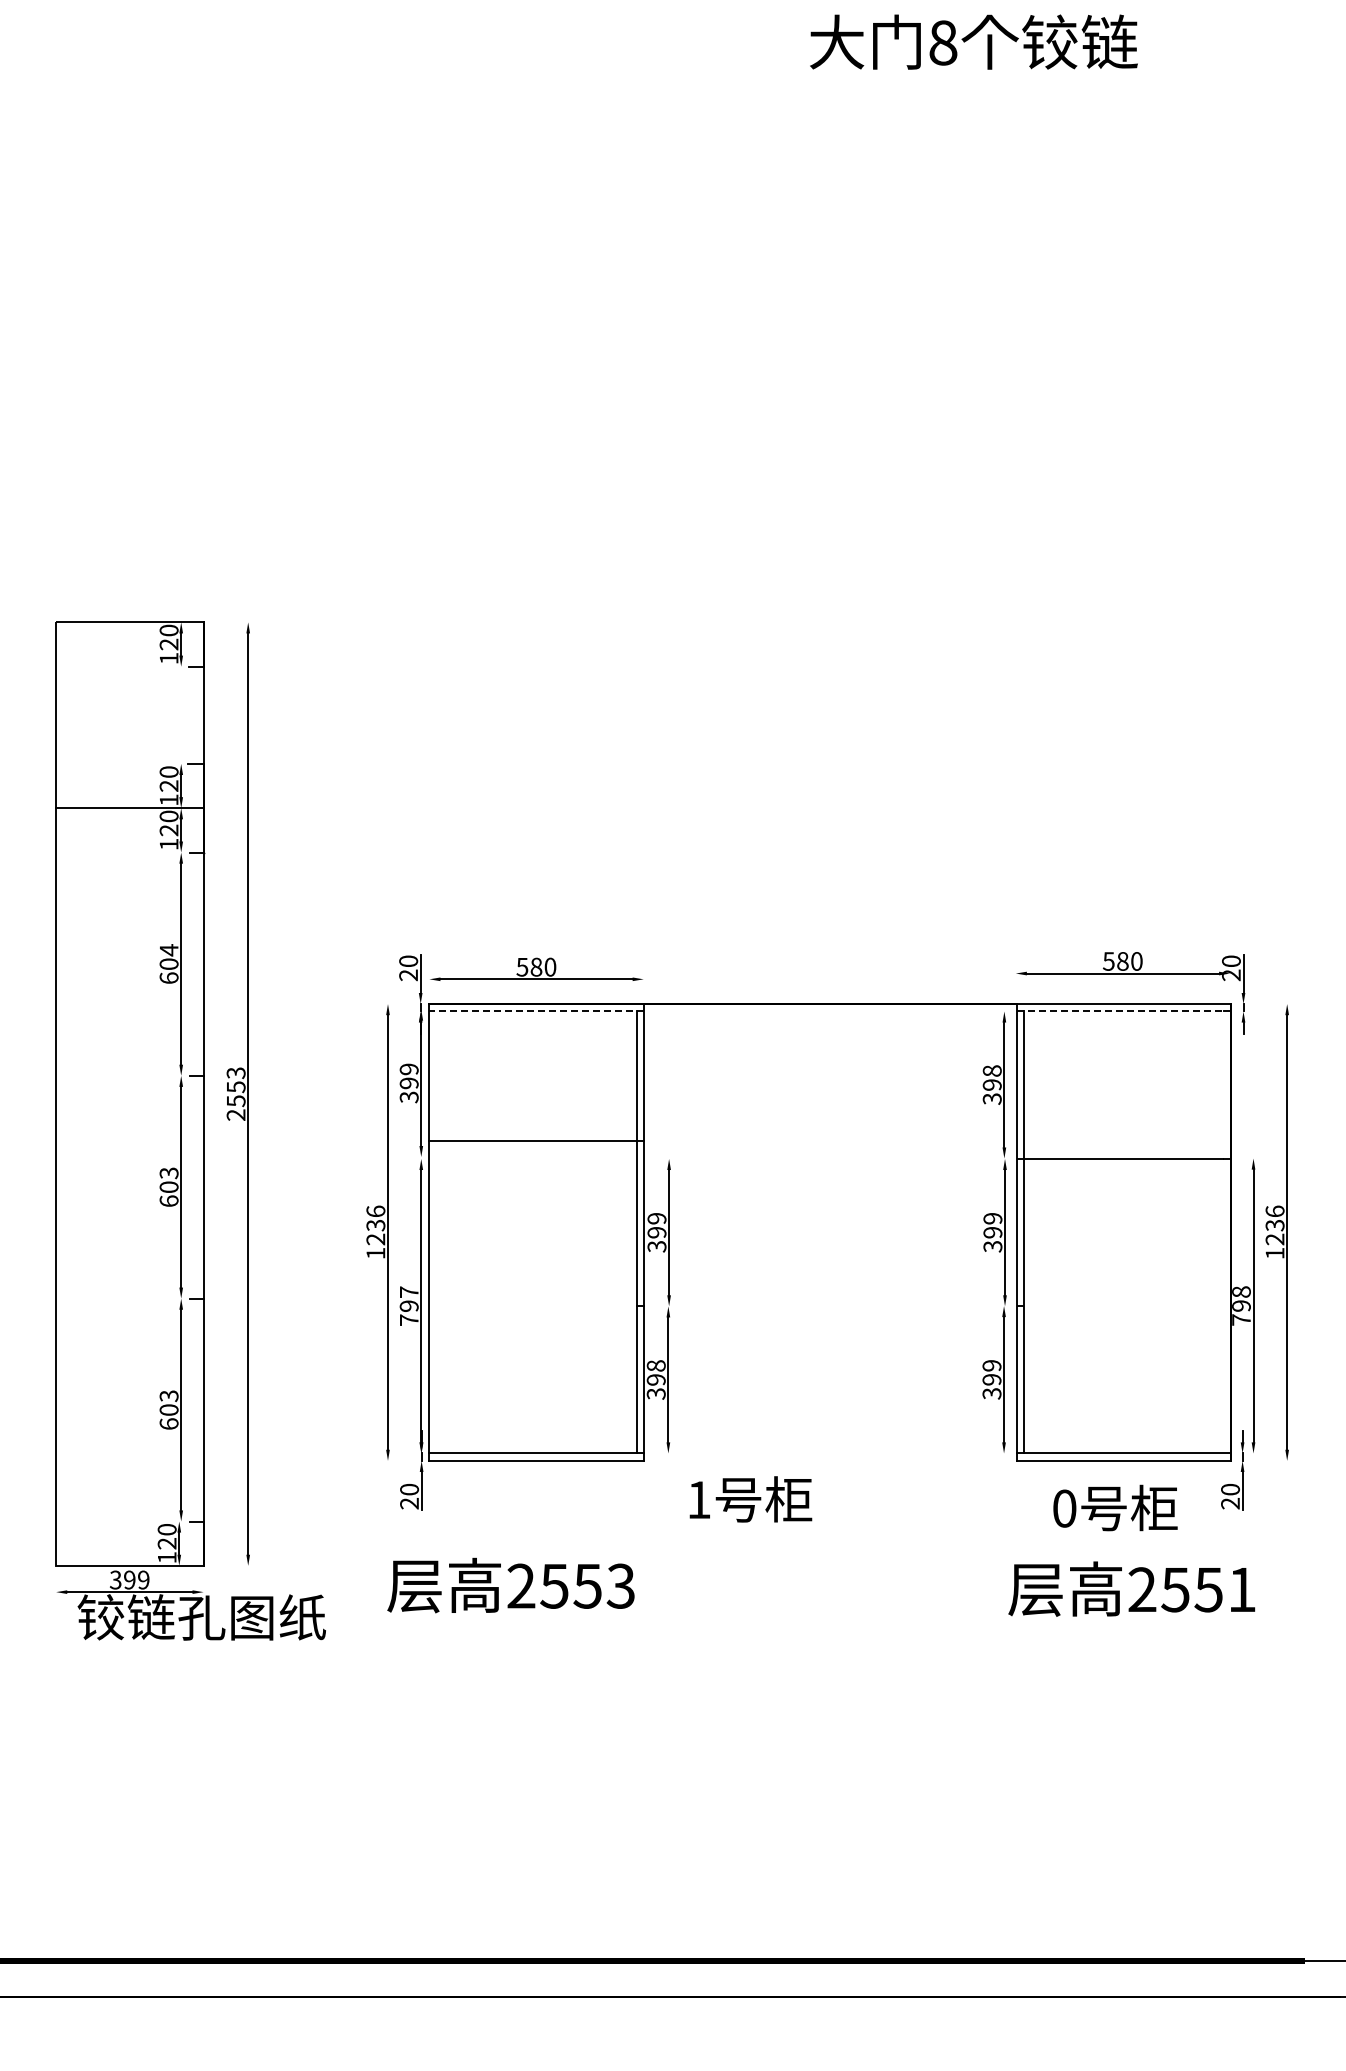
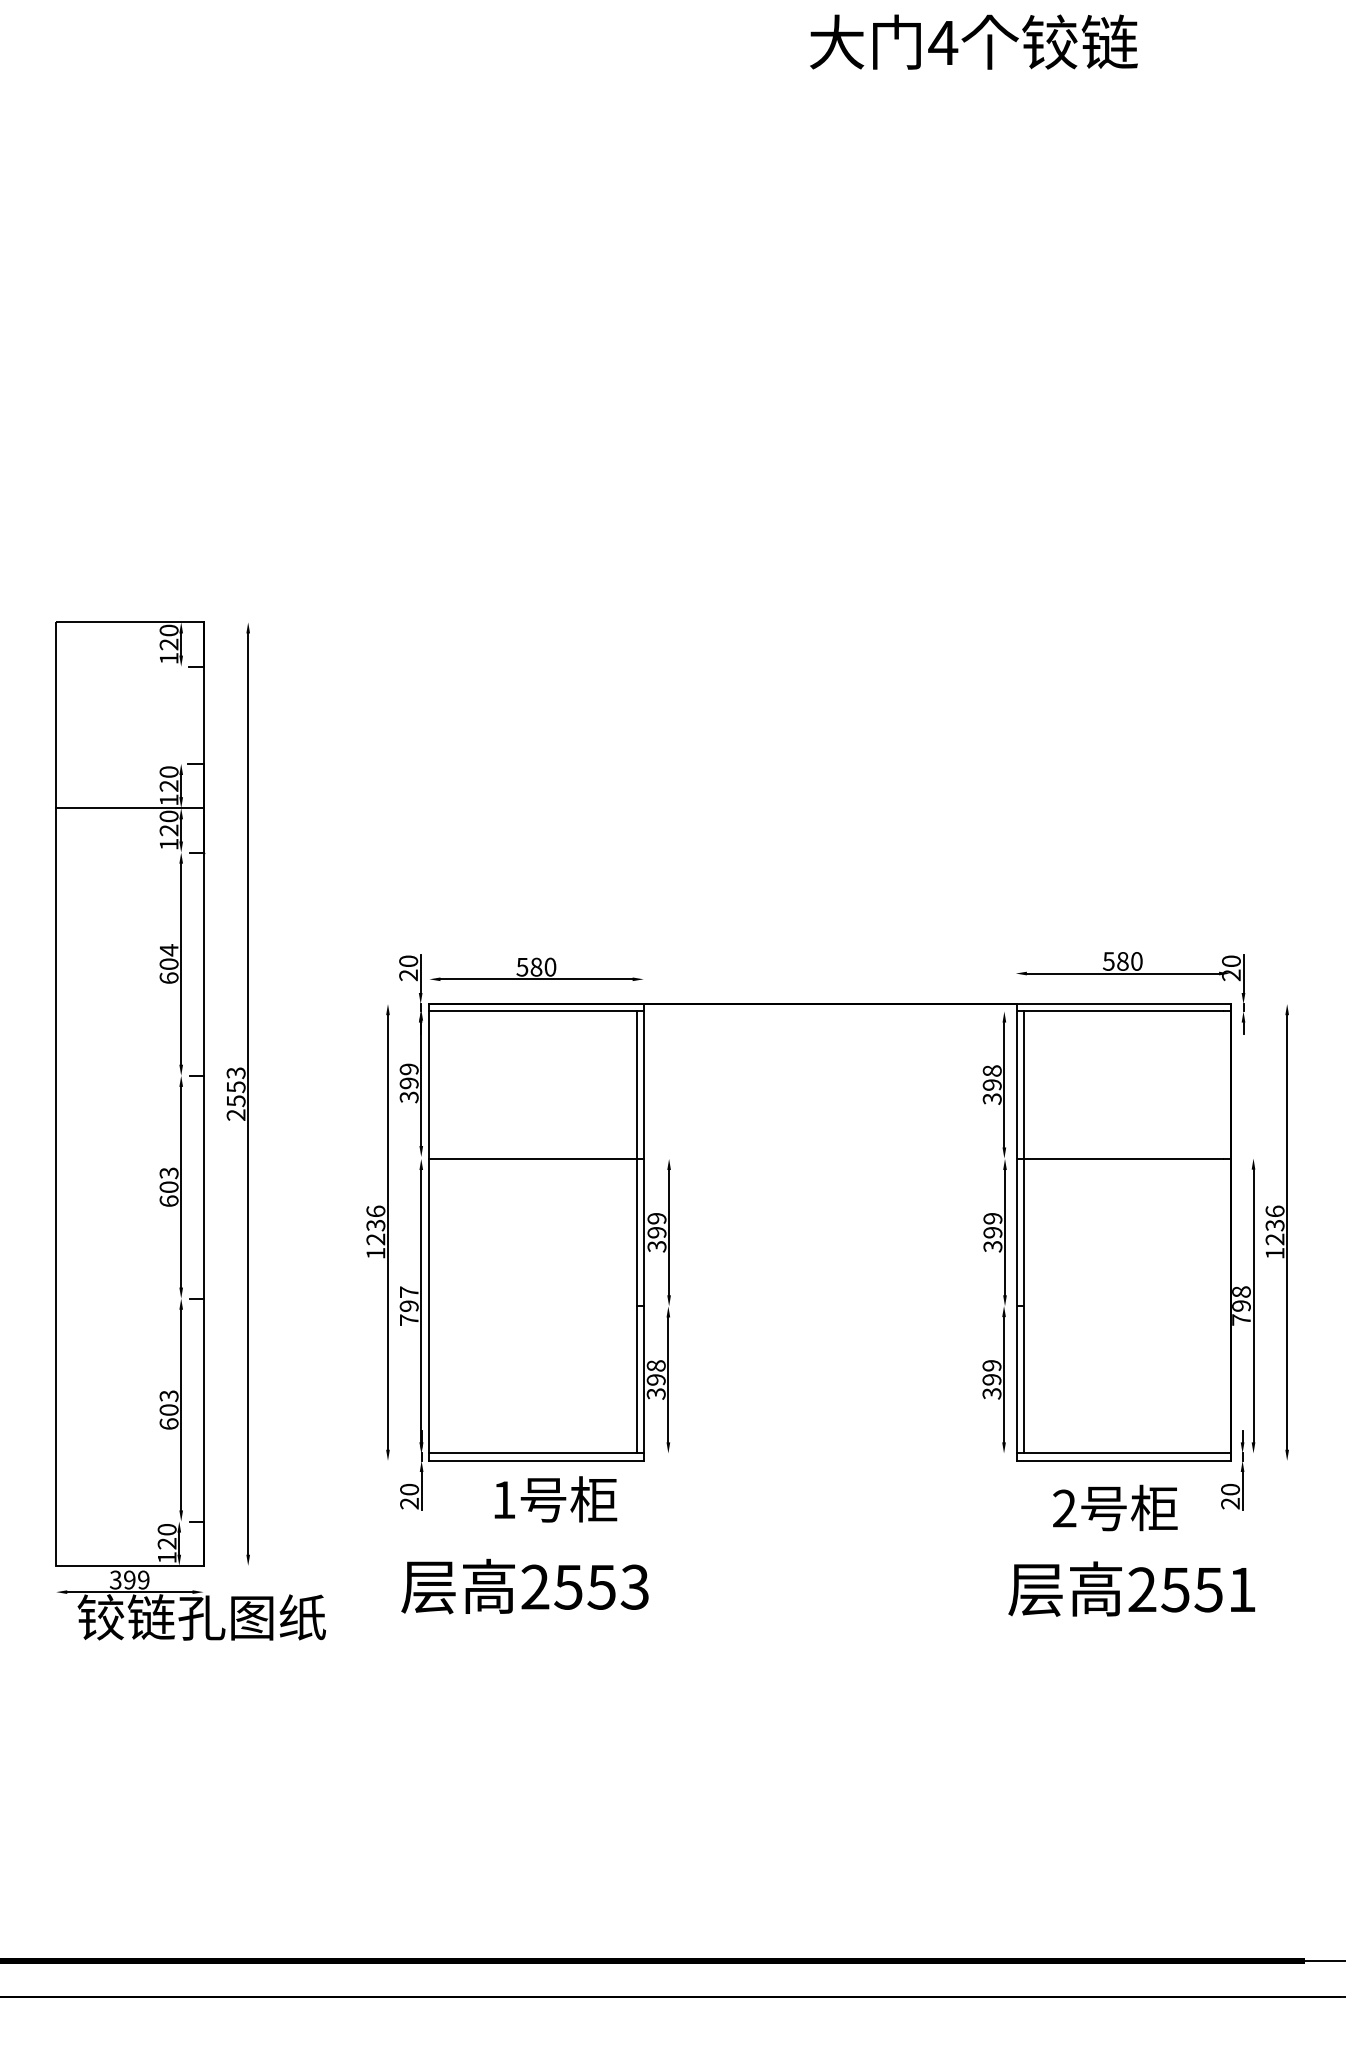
text at (943, 42): 8 -> 4
line at (536, 1011): dashed -> solid
line at (1120, 1011): dashed -> solid
line at (536, 1140) position: (536, 1140) -> (536, 1158)
text at (750, 1499) position: (750, 1499) -> (555, 1499)
text at (1064, 1508): 0 -> 2
text at (510, 1585) position: (510, 1585) -> (524, 1586)
